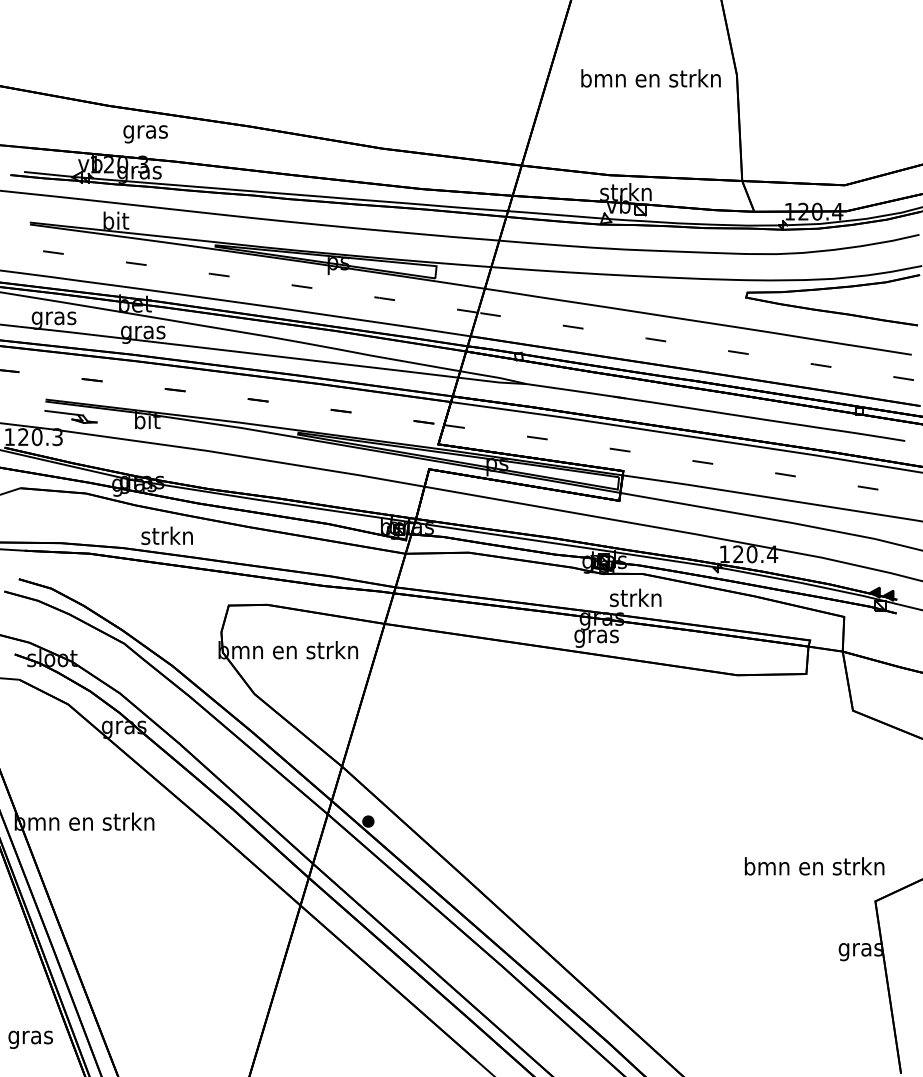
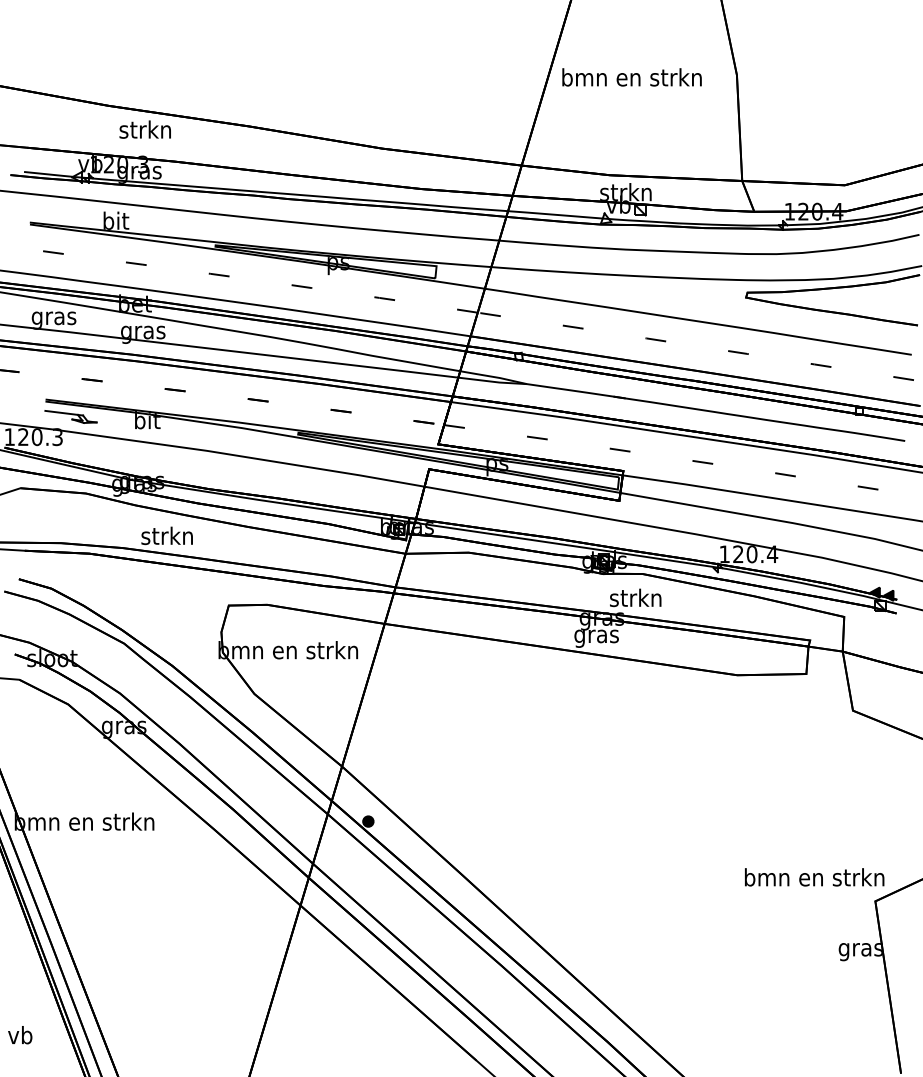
text at (650, 78) position: (650, 78) -> (631, 77)
text at (144, 131): gras -> strkn
text at (814, 866) position: (814, 866) -> (814, 877)
text at (30, 1037): gras -> vb
